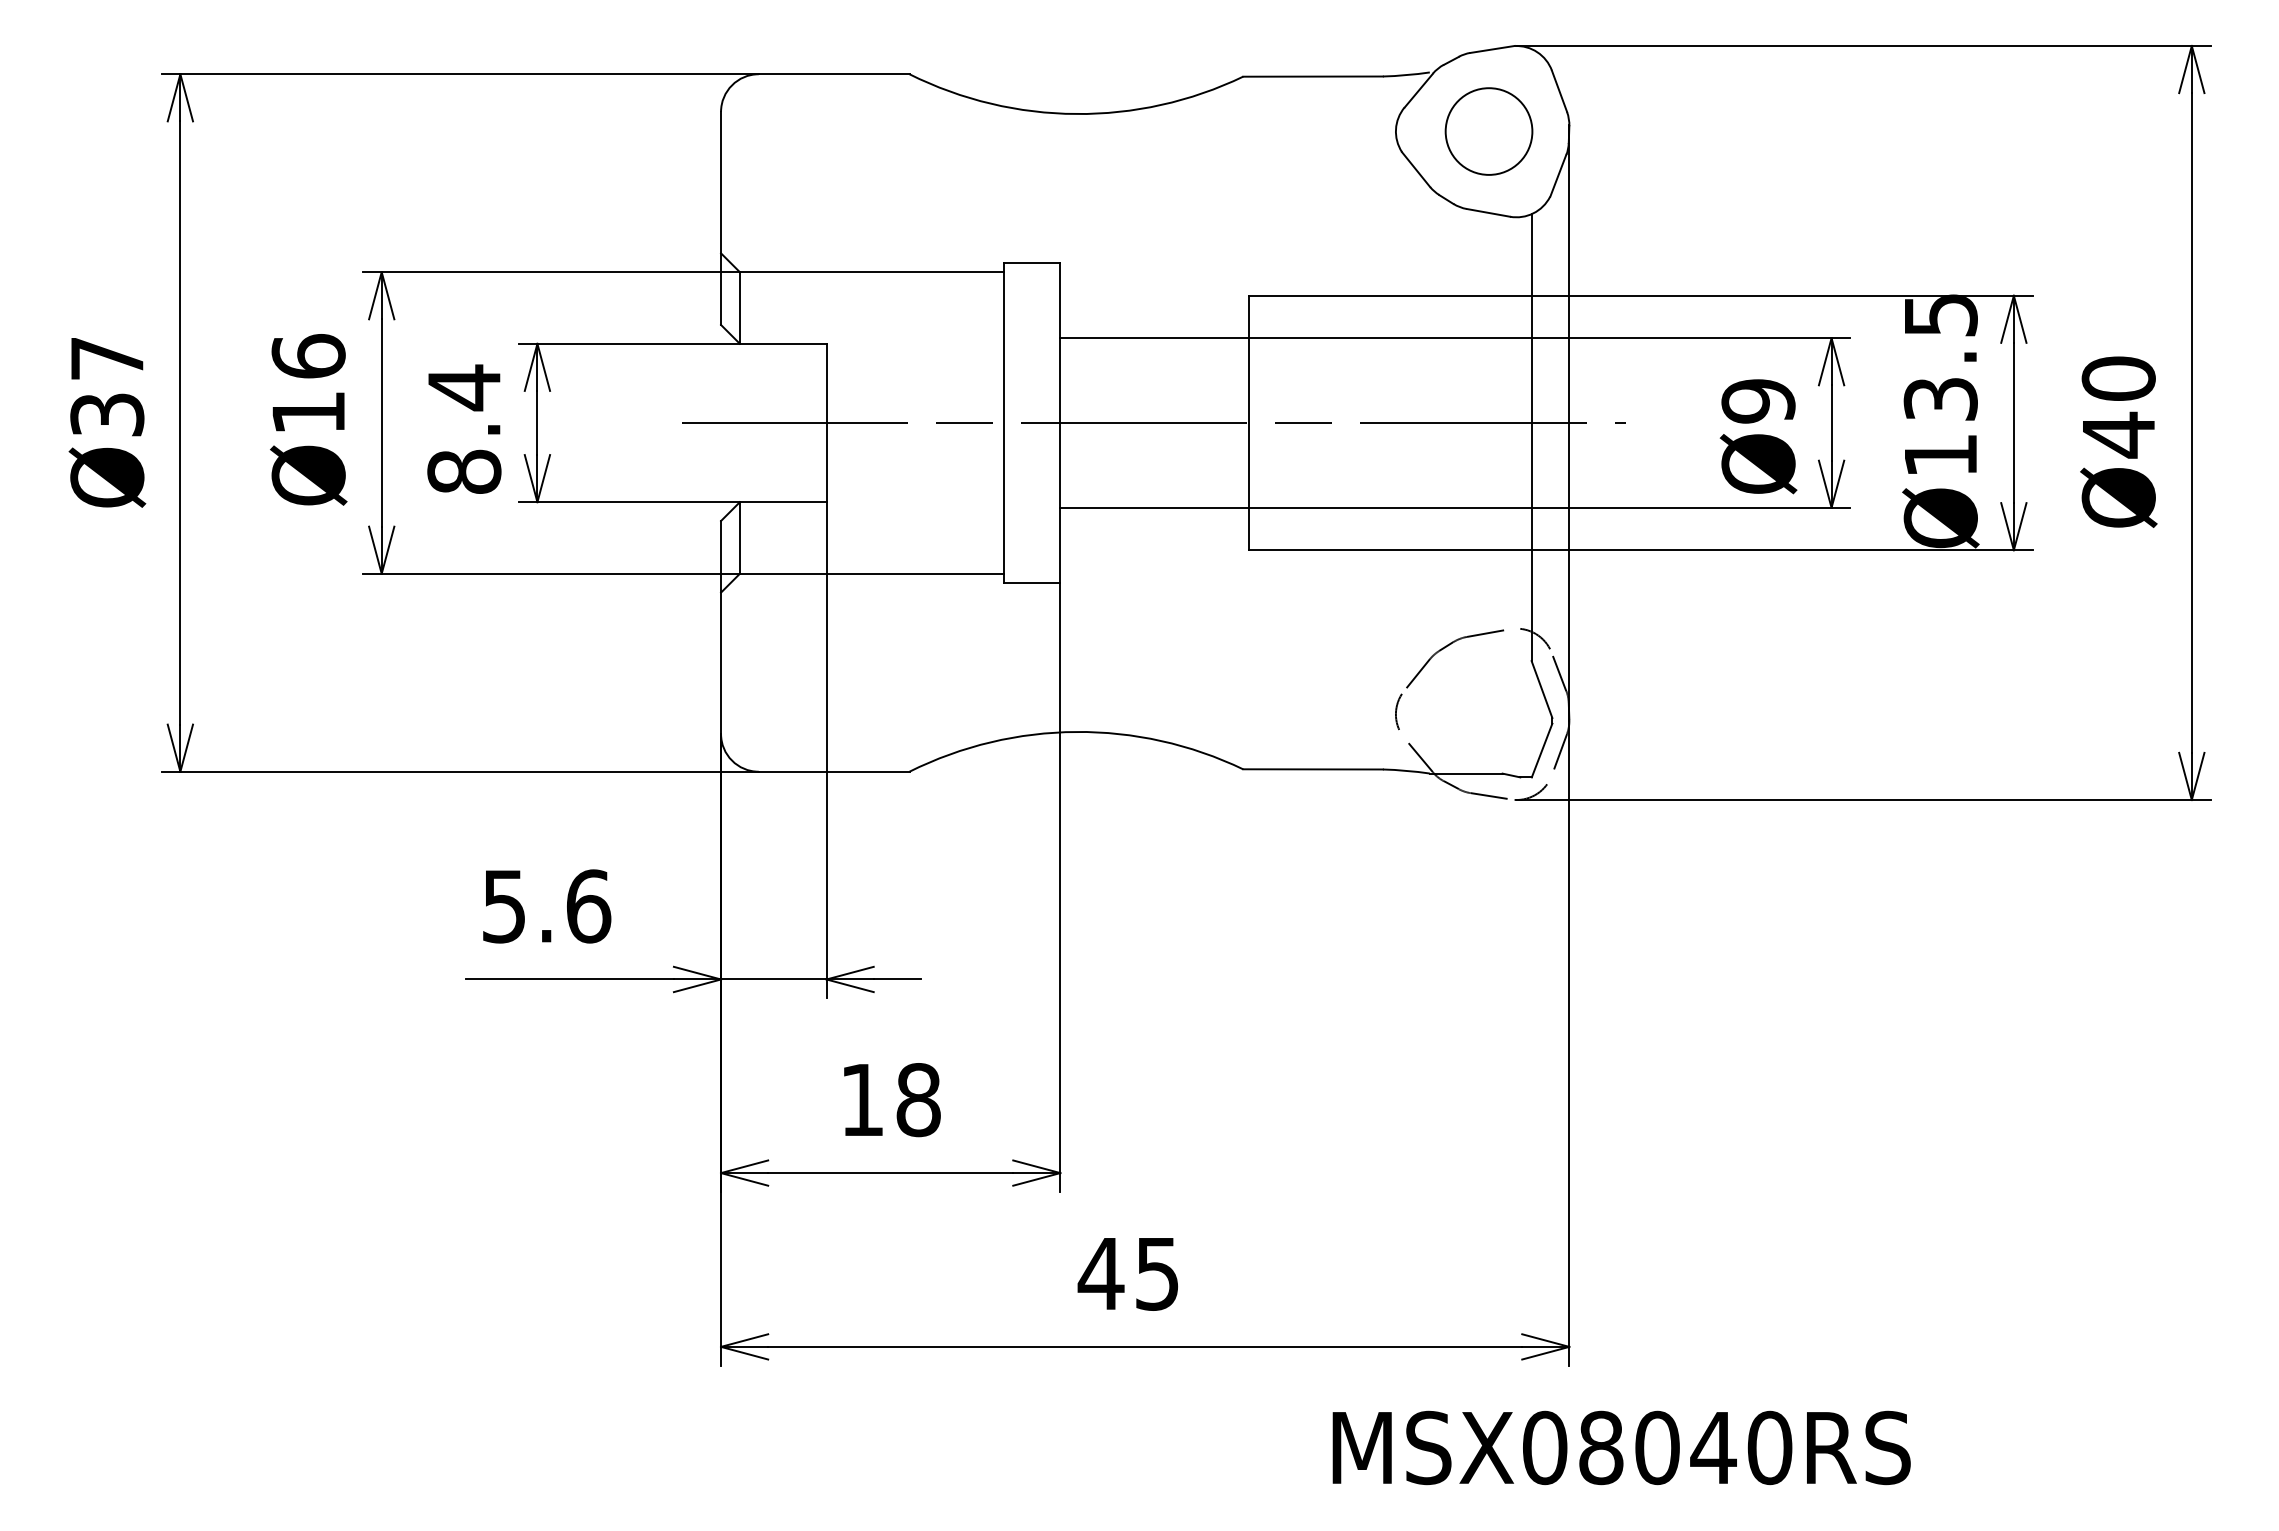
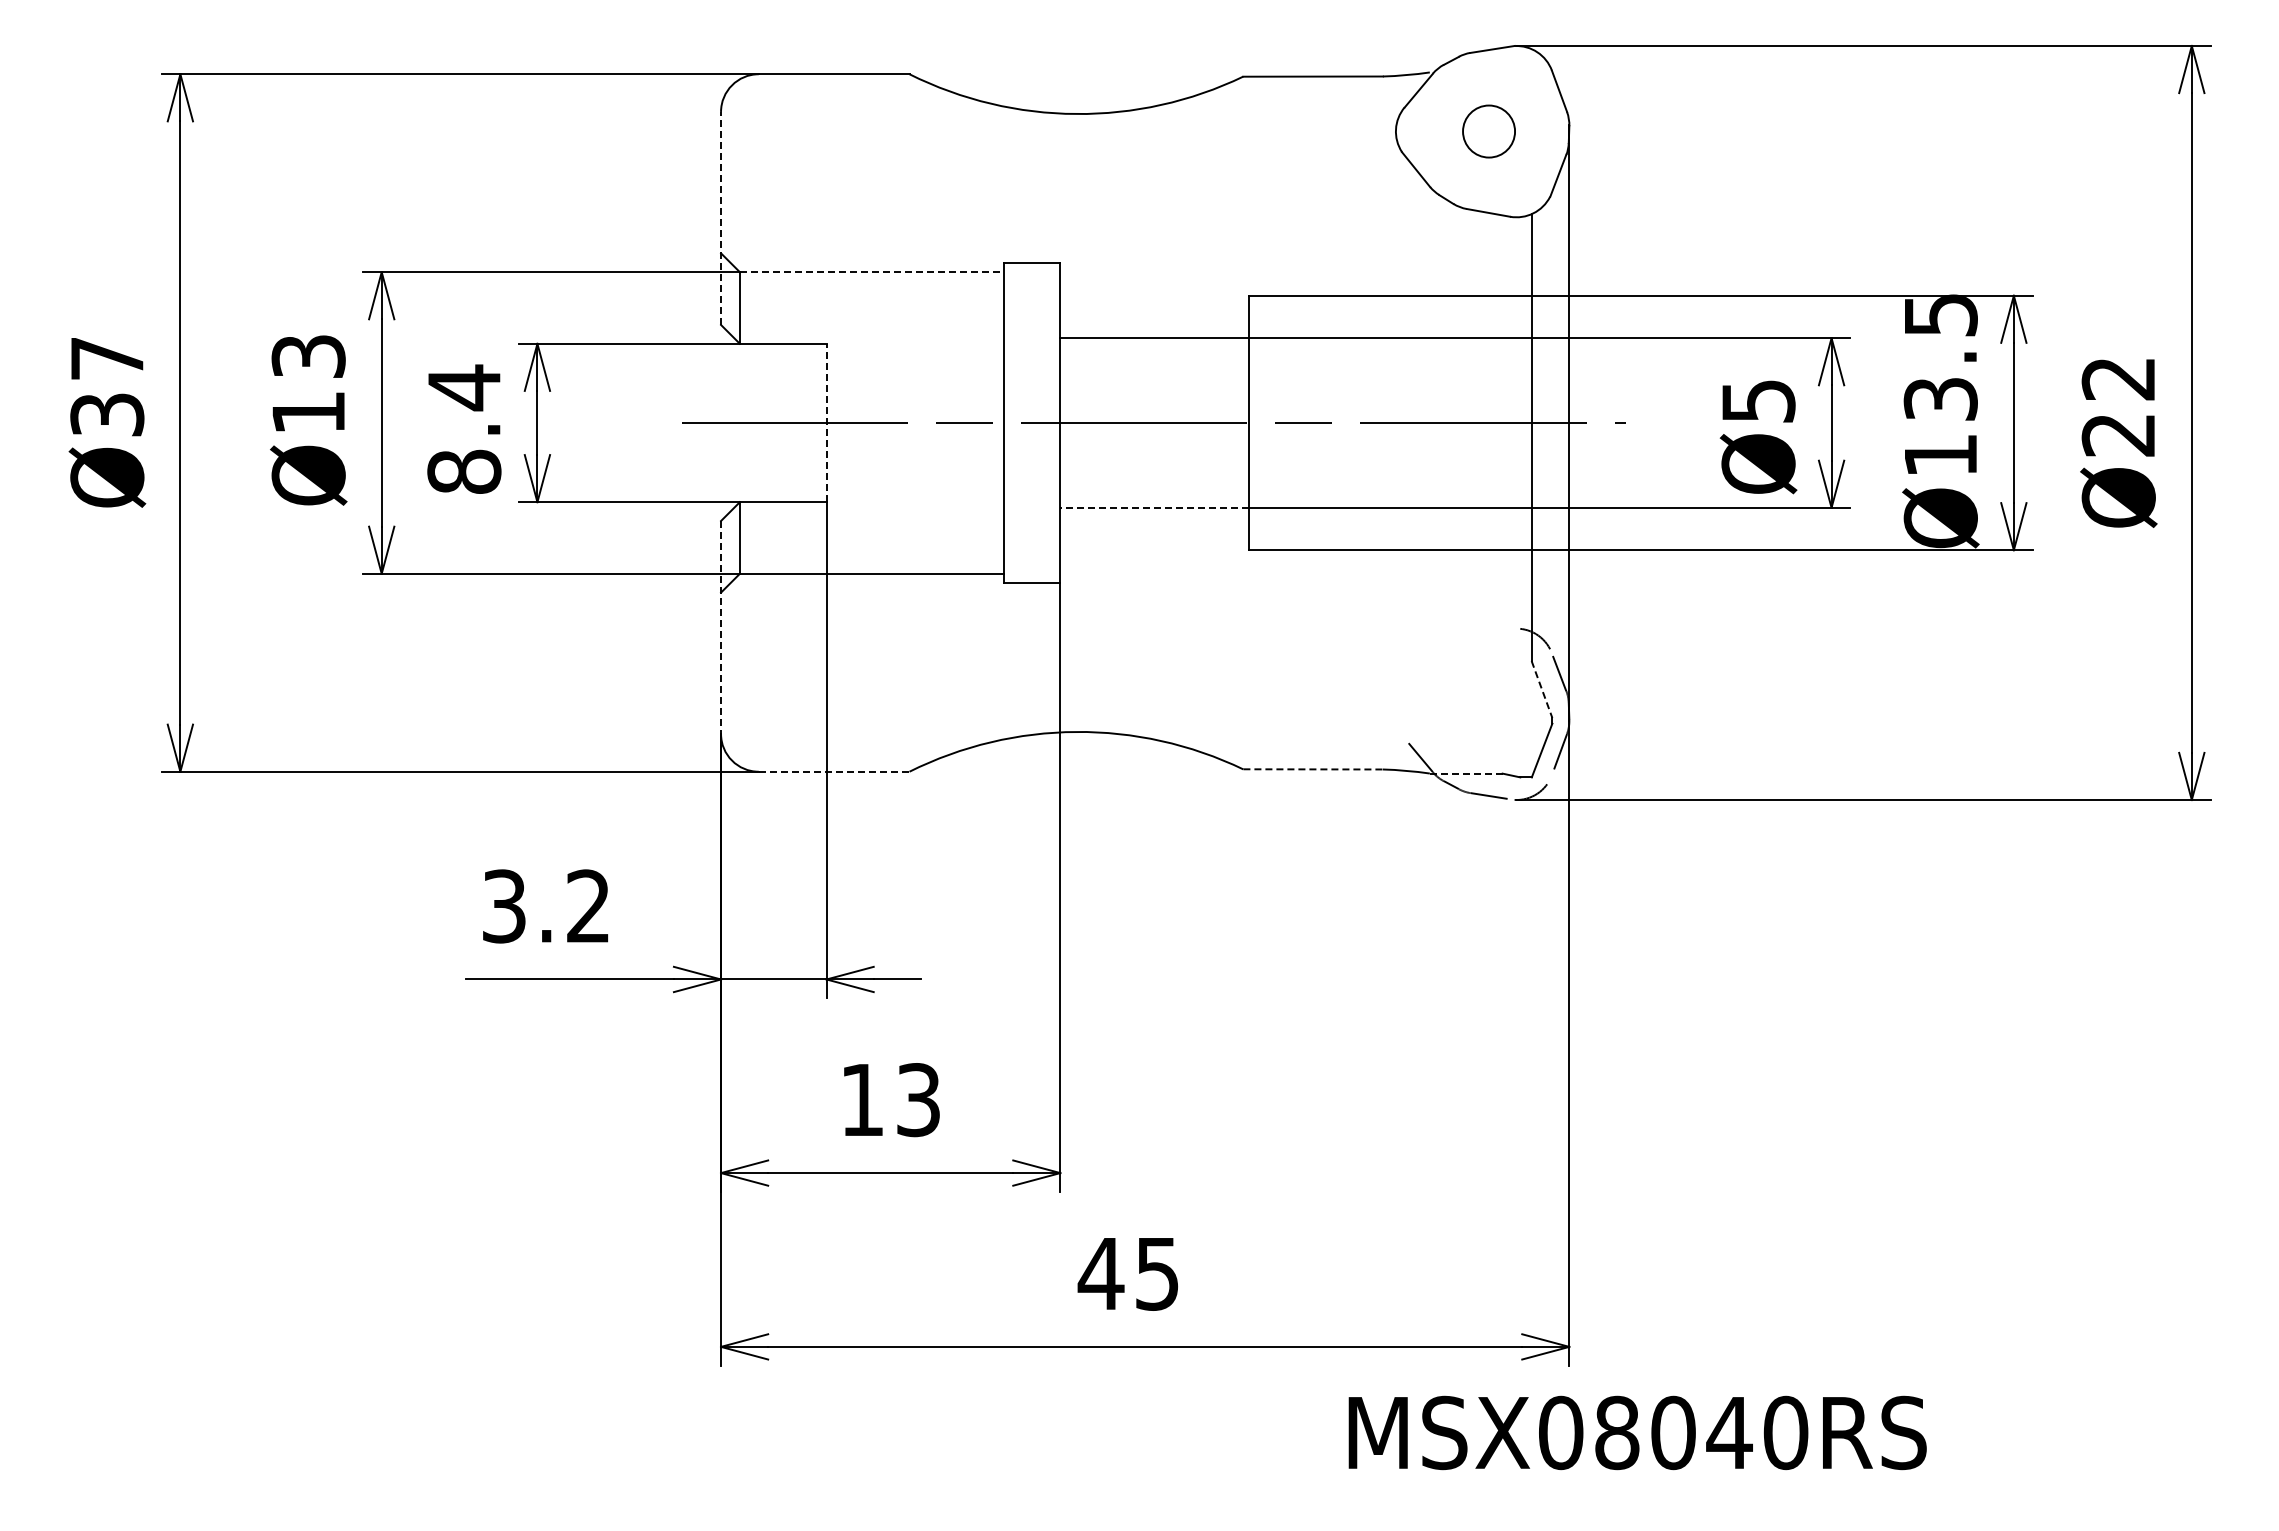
circle at (1488, 131) diameter: 87 px -> 52 px
line at (721, 218): solid -> dashed
line at (871, 272): solid -> dashed
text at (308, 356): Ø16 -> Ø13
text at (1758, 401): Ø9 -> Ø5
text at (2118, 407): Ø40 -> Ø22
line at (826, 422): solid -> dashed
line at (1154, 507): solid -> dashed
line at (721, 627): solid -> dashed
part at (1430, 660): present -> none
line at (1542, 690): solid -> dashed
line at (1313, 769): solid -> dashed
line at (834, 771): solid -> dashed
line at (1466, 773): solid -> dashed
text at (547, 906): 5.6 -> 3.2
text at (918, 1100): 18 -> 13
text at (1621, 1447) position: (1621, 1447) -> (1637, 1432)
